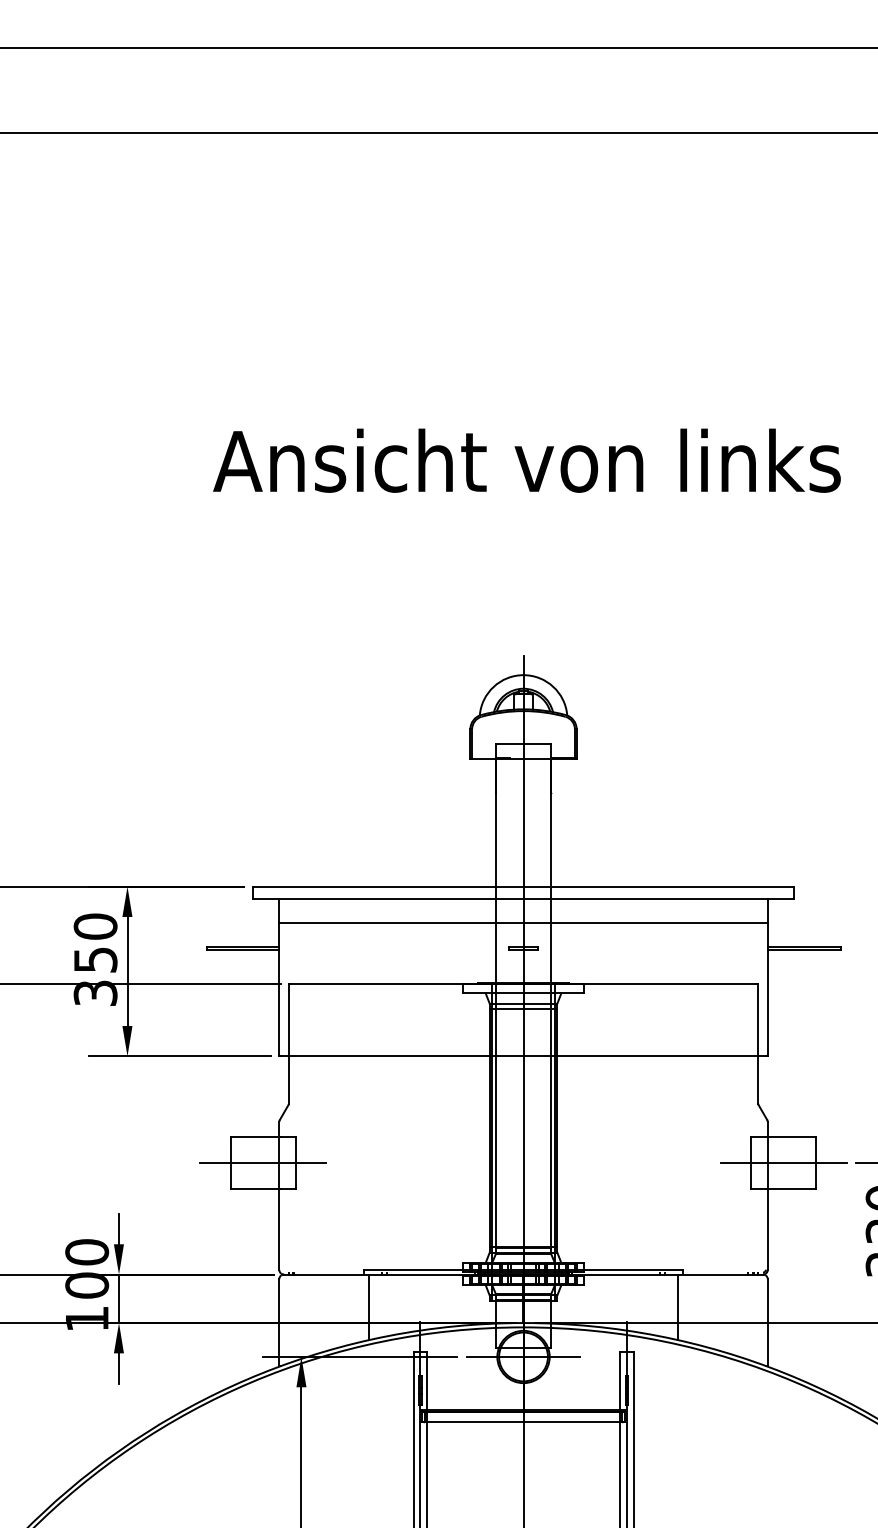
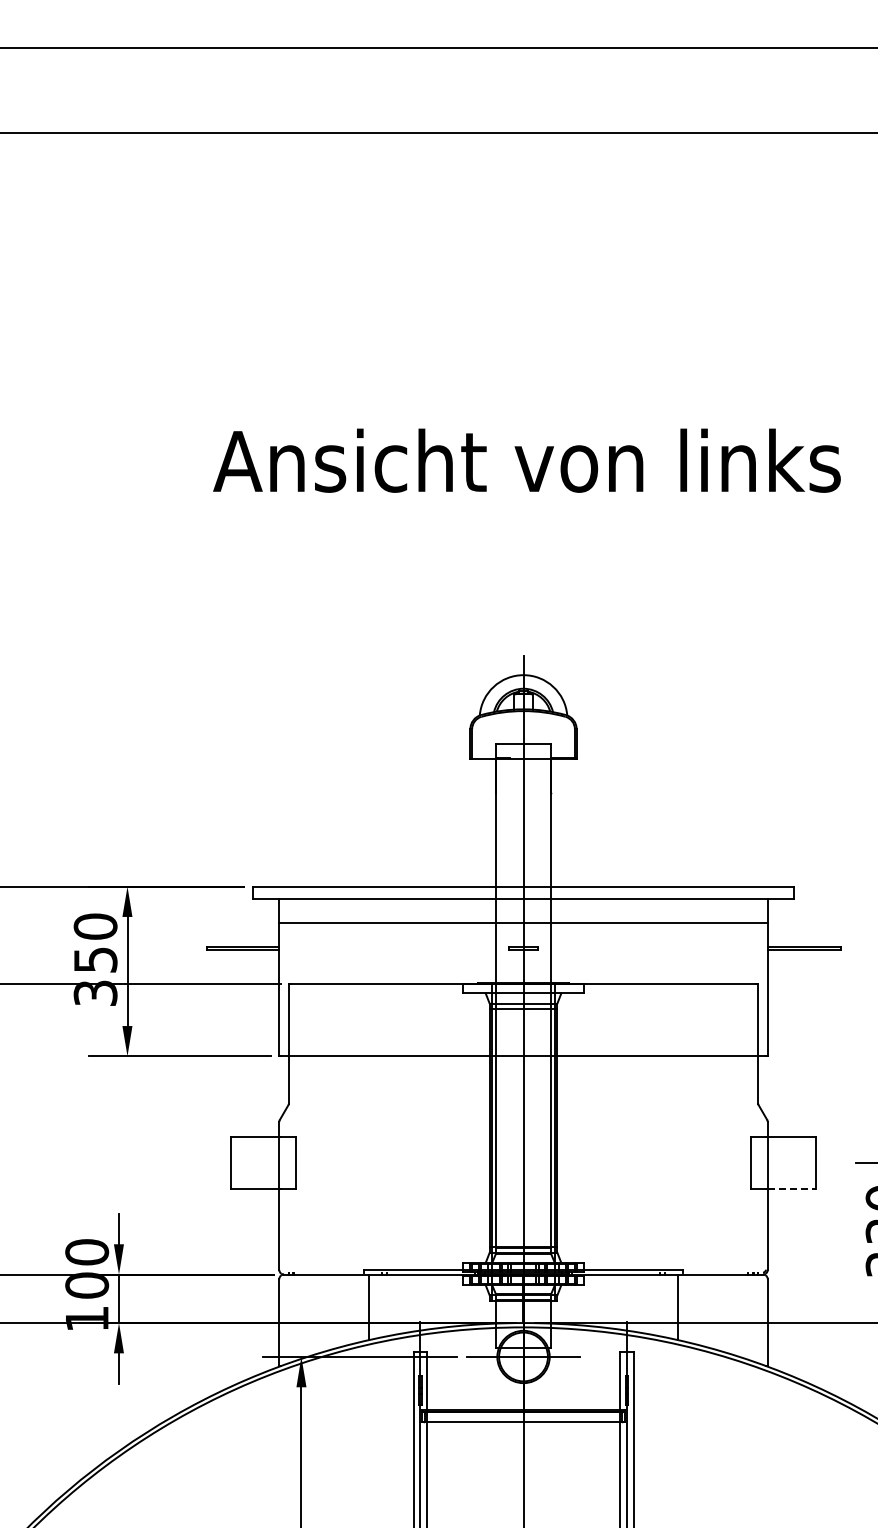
line at (263, 1163): present -> none
line at (783, 1163): present -> none
line at (792, 1189): solid -> dashed
